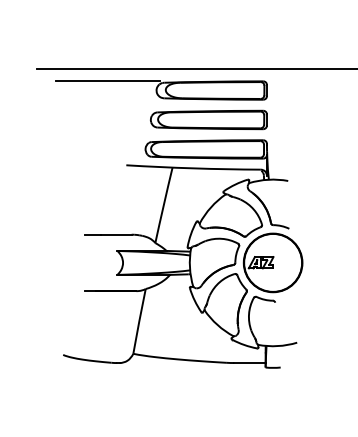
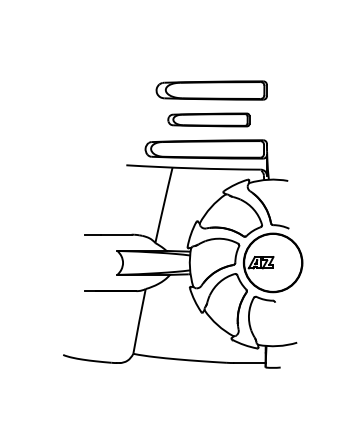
line at (195, 69): present -> none
line at (107, 81): present -> none
part at (208, 119) size: 118x22 px -> 84x16 px
